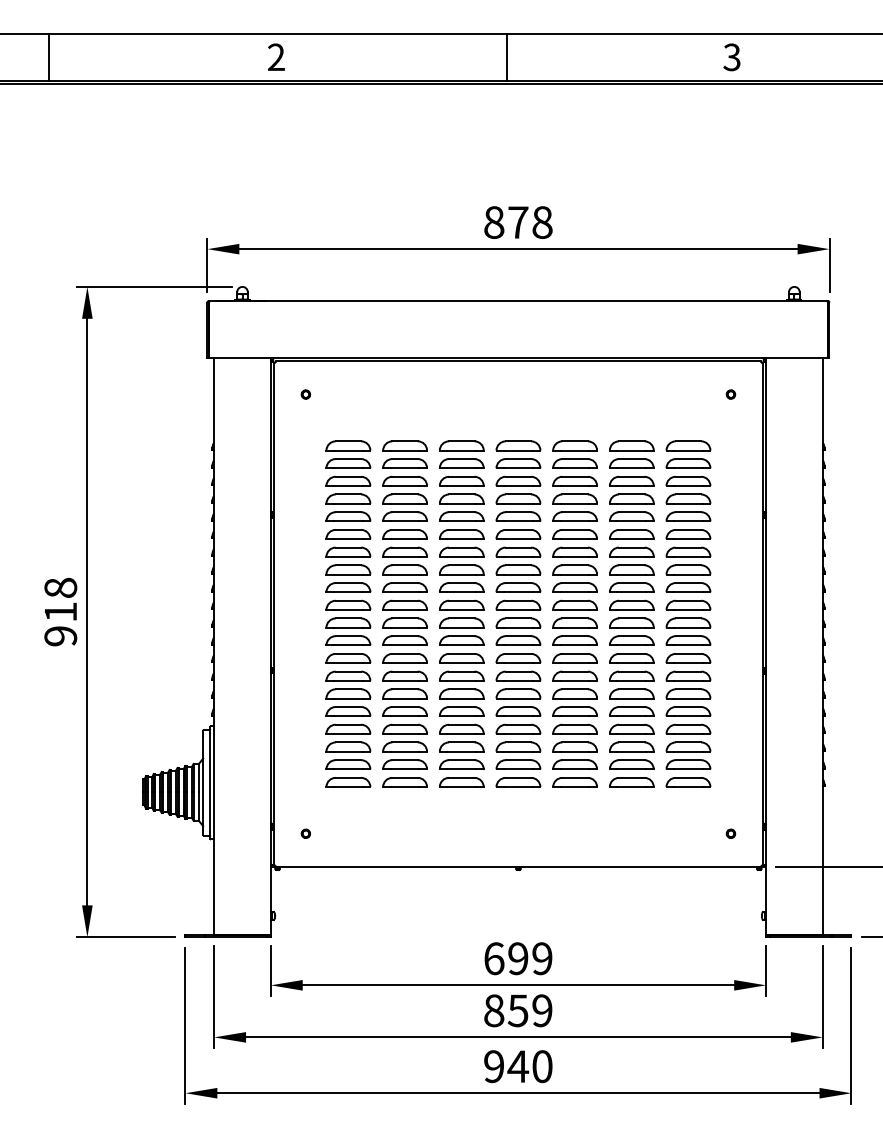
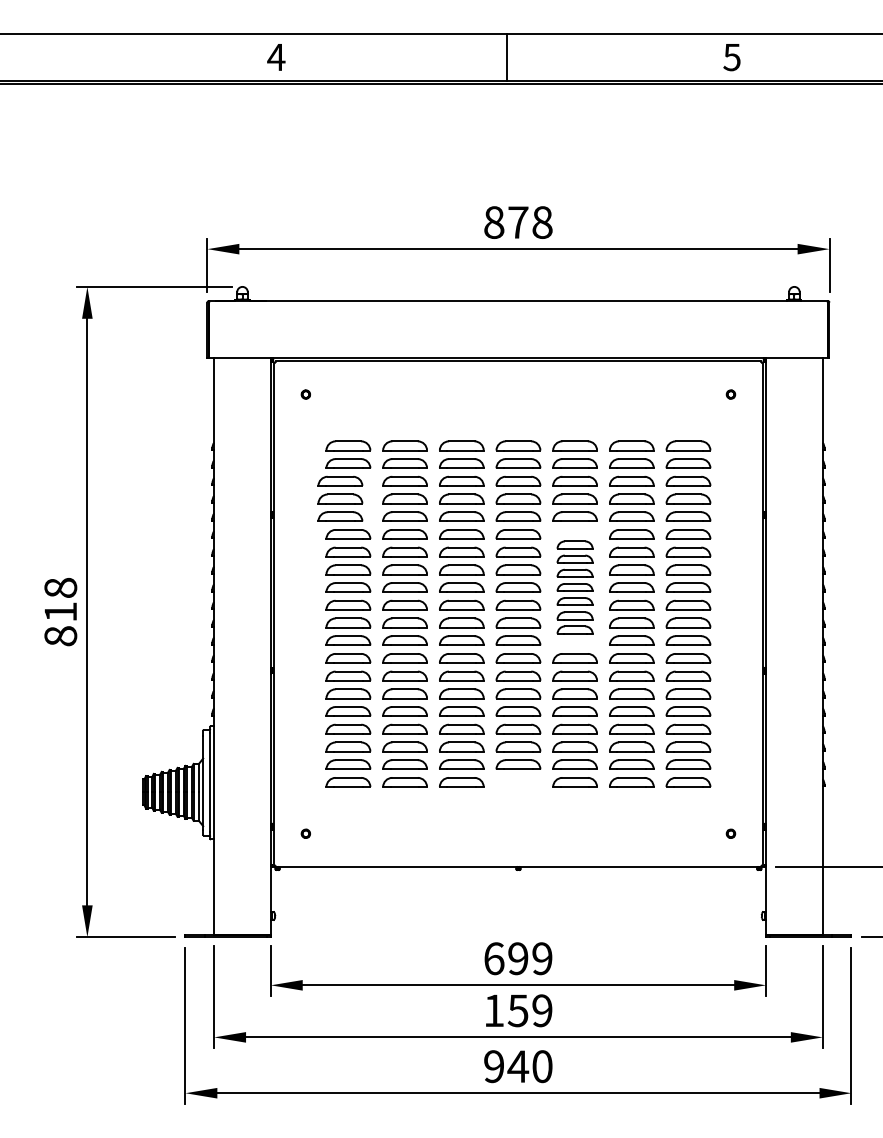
text at (276, 56): 2 -> 4
text at (732, 56): 3 -> 5
line at (49, 57): present -> none
part at (348, 498) position: (348, 498) -> (340, 498)
part at (574, 587) size: 46x117 px -> 38x95 px
text at (60, 636): 918 -> 818
part at (518, 782): present -> none
text at (494, 1010): 859 -> 159
